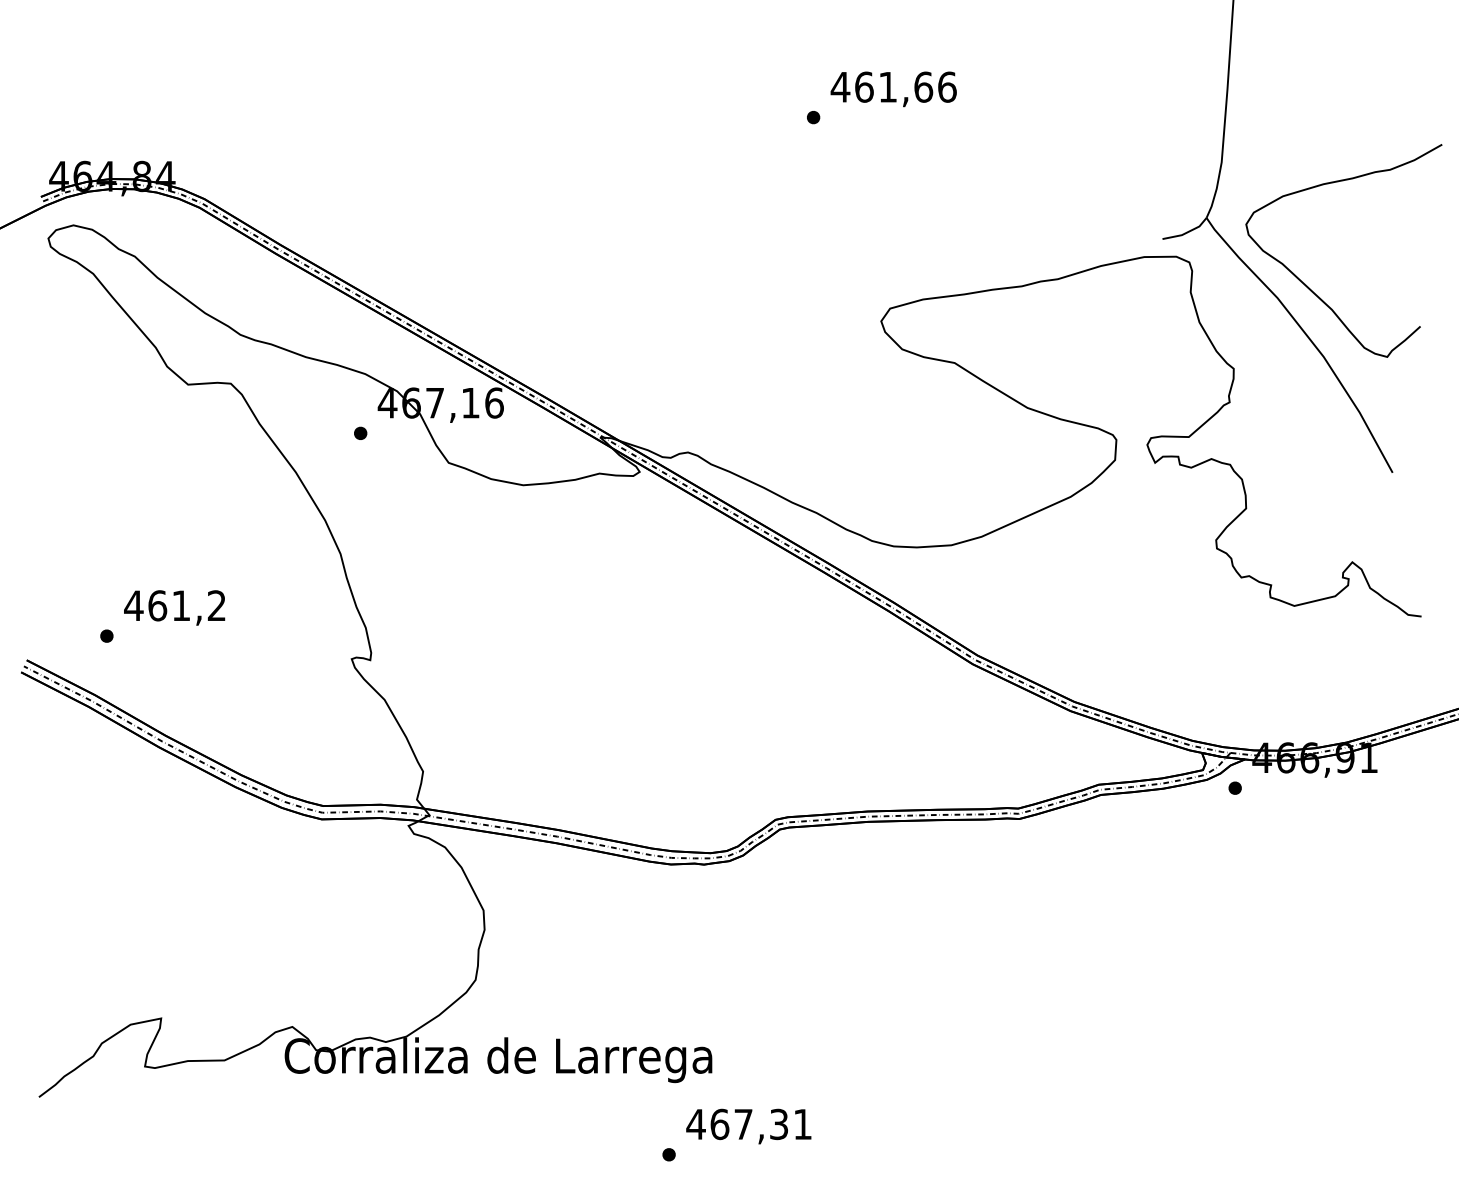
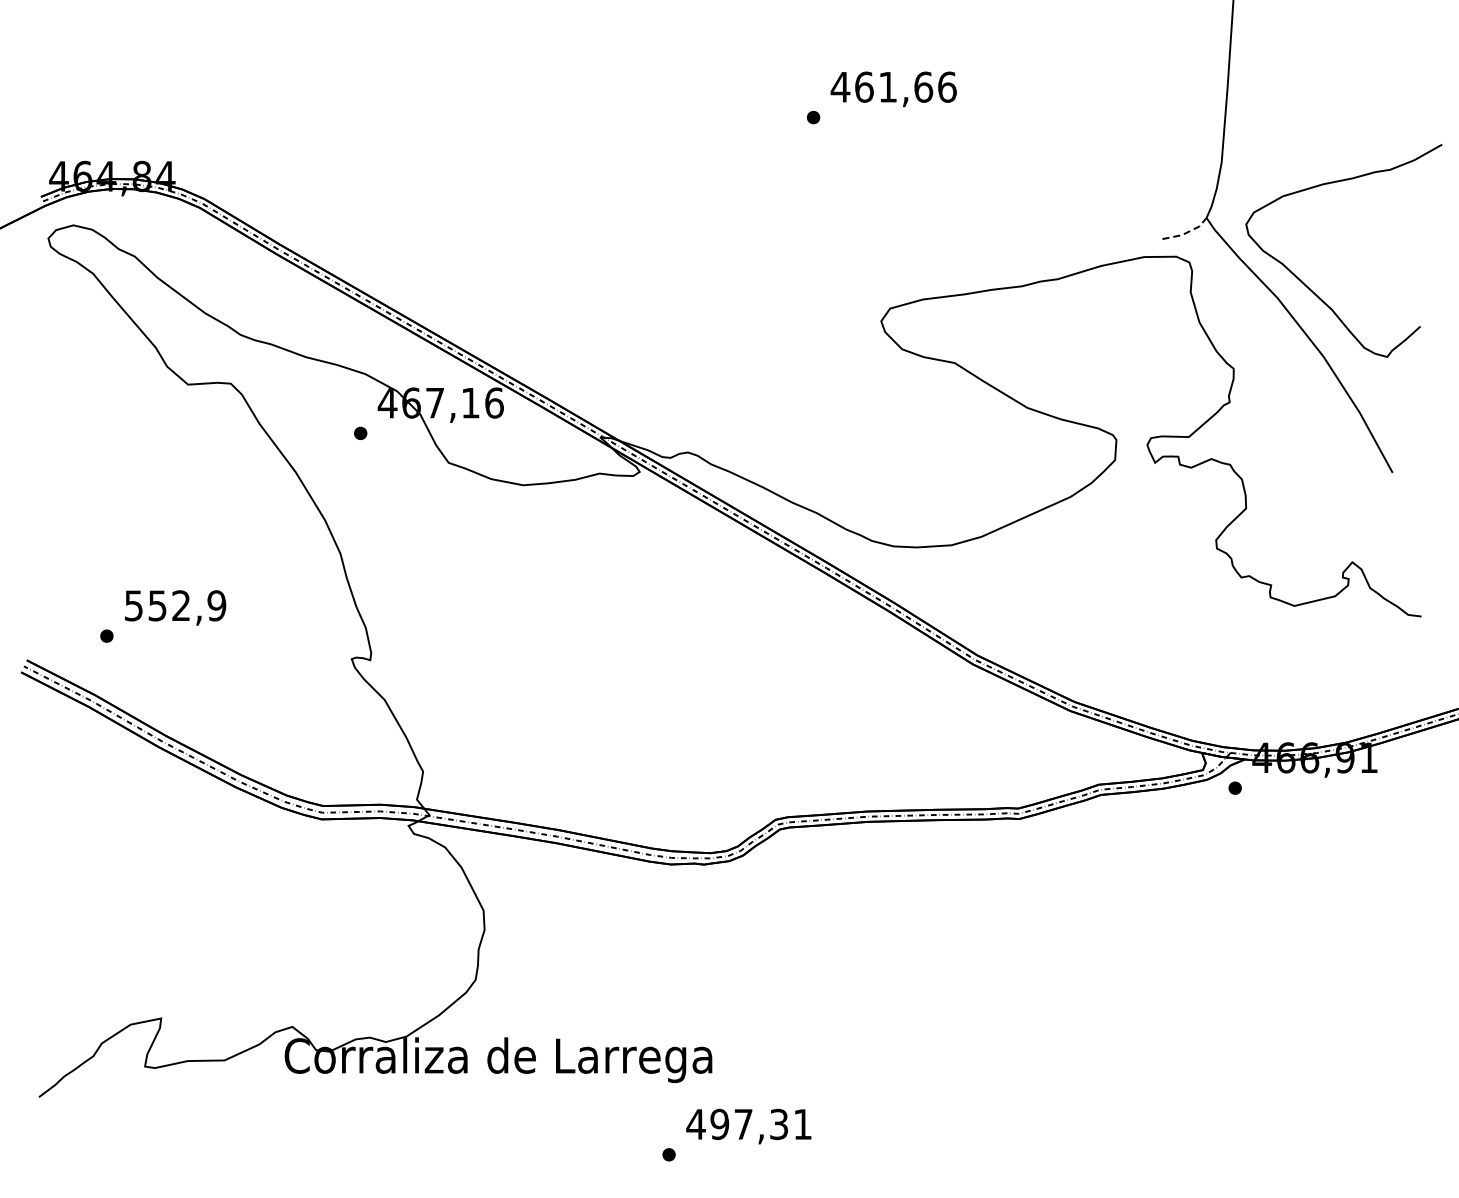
line at (1187, 232): solid -> dashed
text at (175, 605): 461,2 -> 552,9
text at (719, 1124): 467,31 -> 497,31
